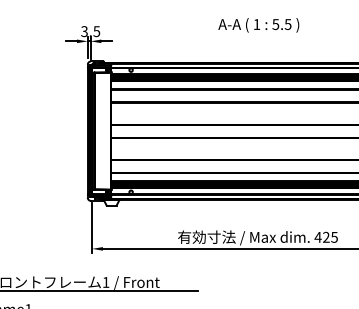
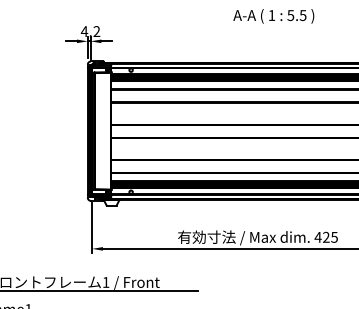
text at (258, 25) position: (258, 25) -> (273, 16)
text at (90, 31): 3.5 -> 4.2
